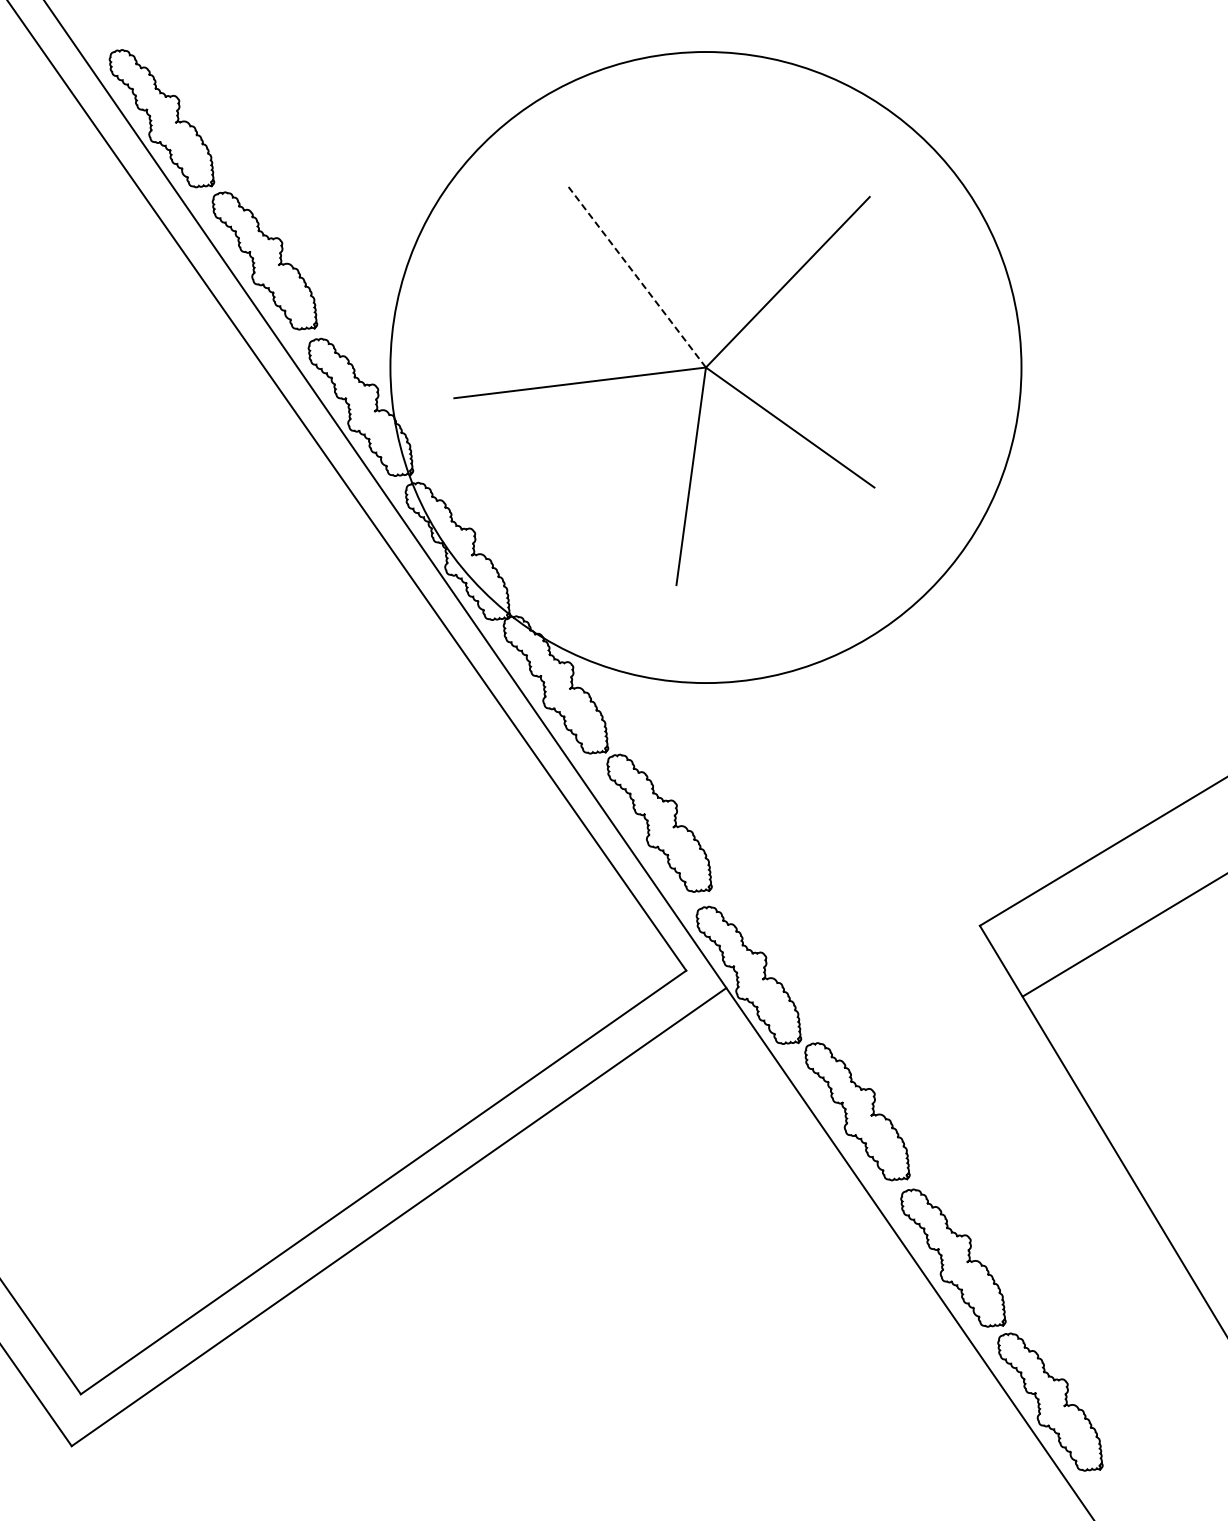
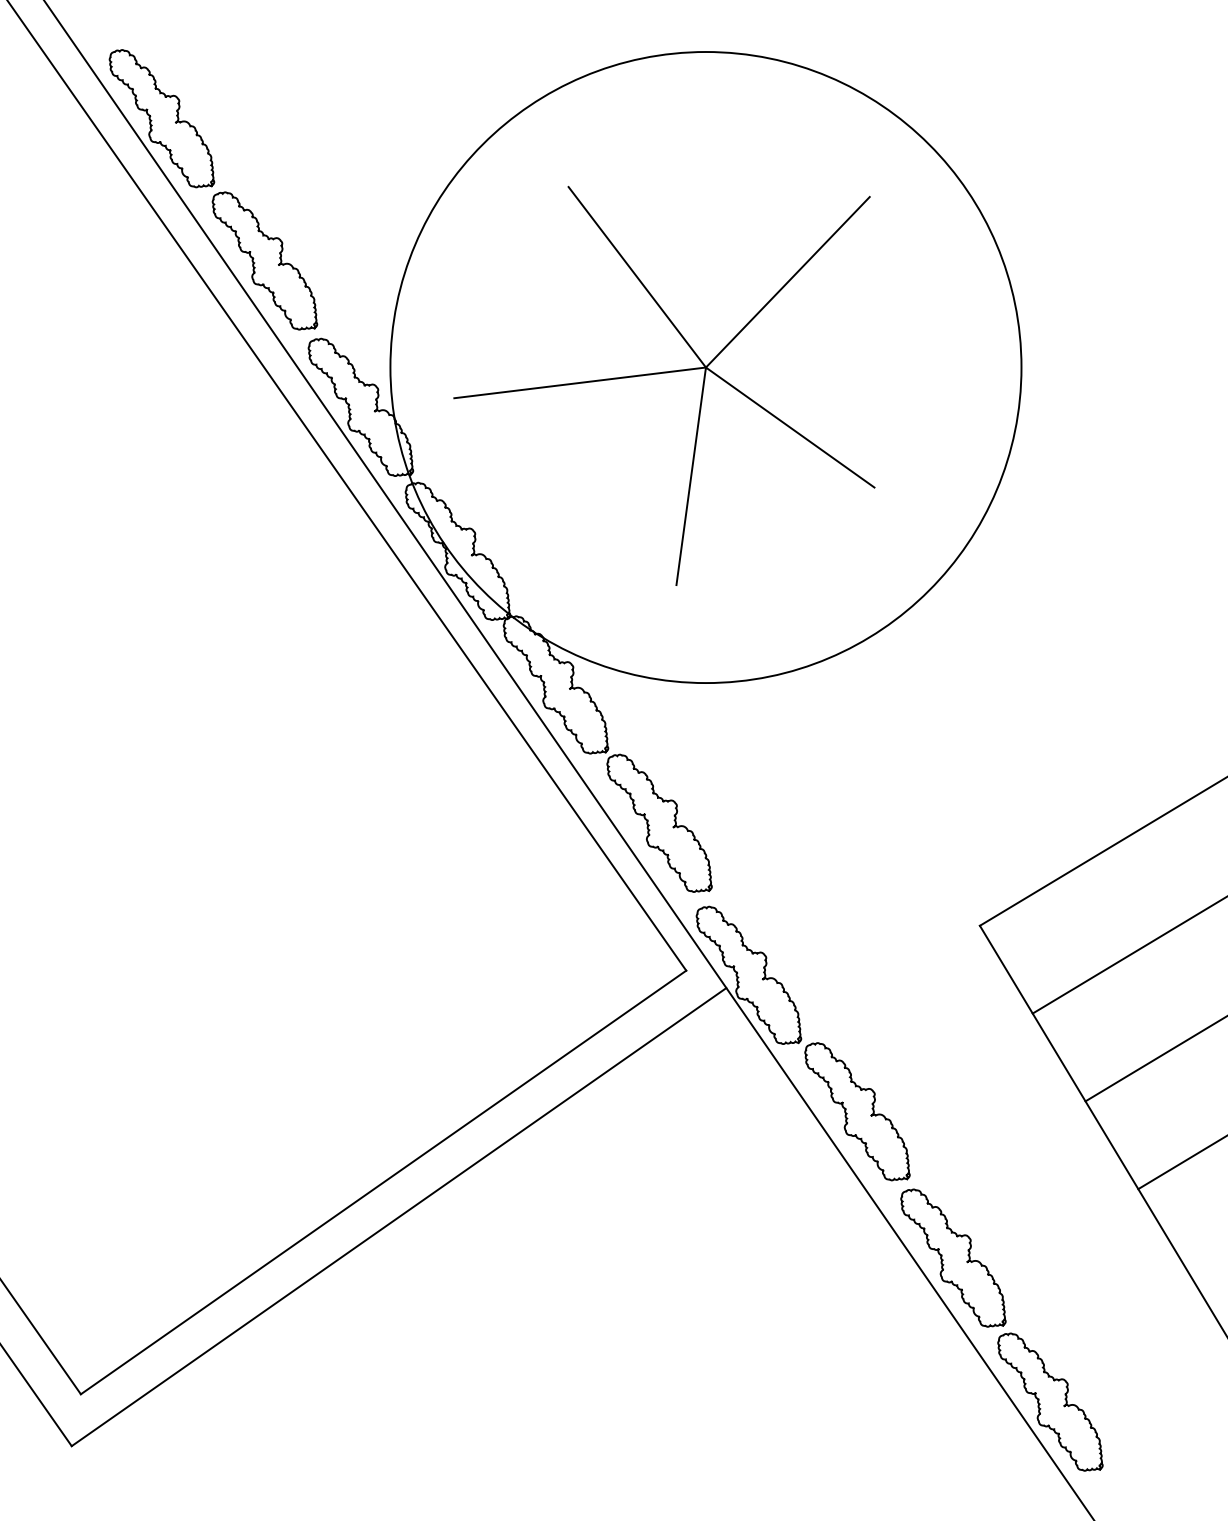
line at (636, 276): dashed -> solid
line at (1123, 935) position: (1123, 935) -> (1128, 955)
line at (1154, 1059): none -> present
line at (1181, 1163): none -> present
